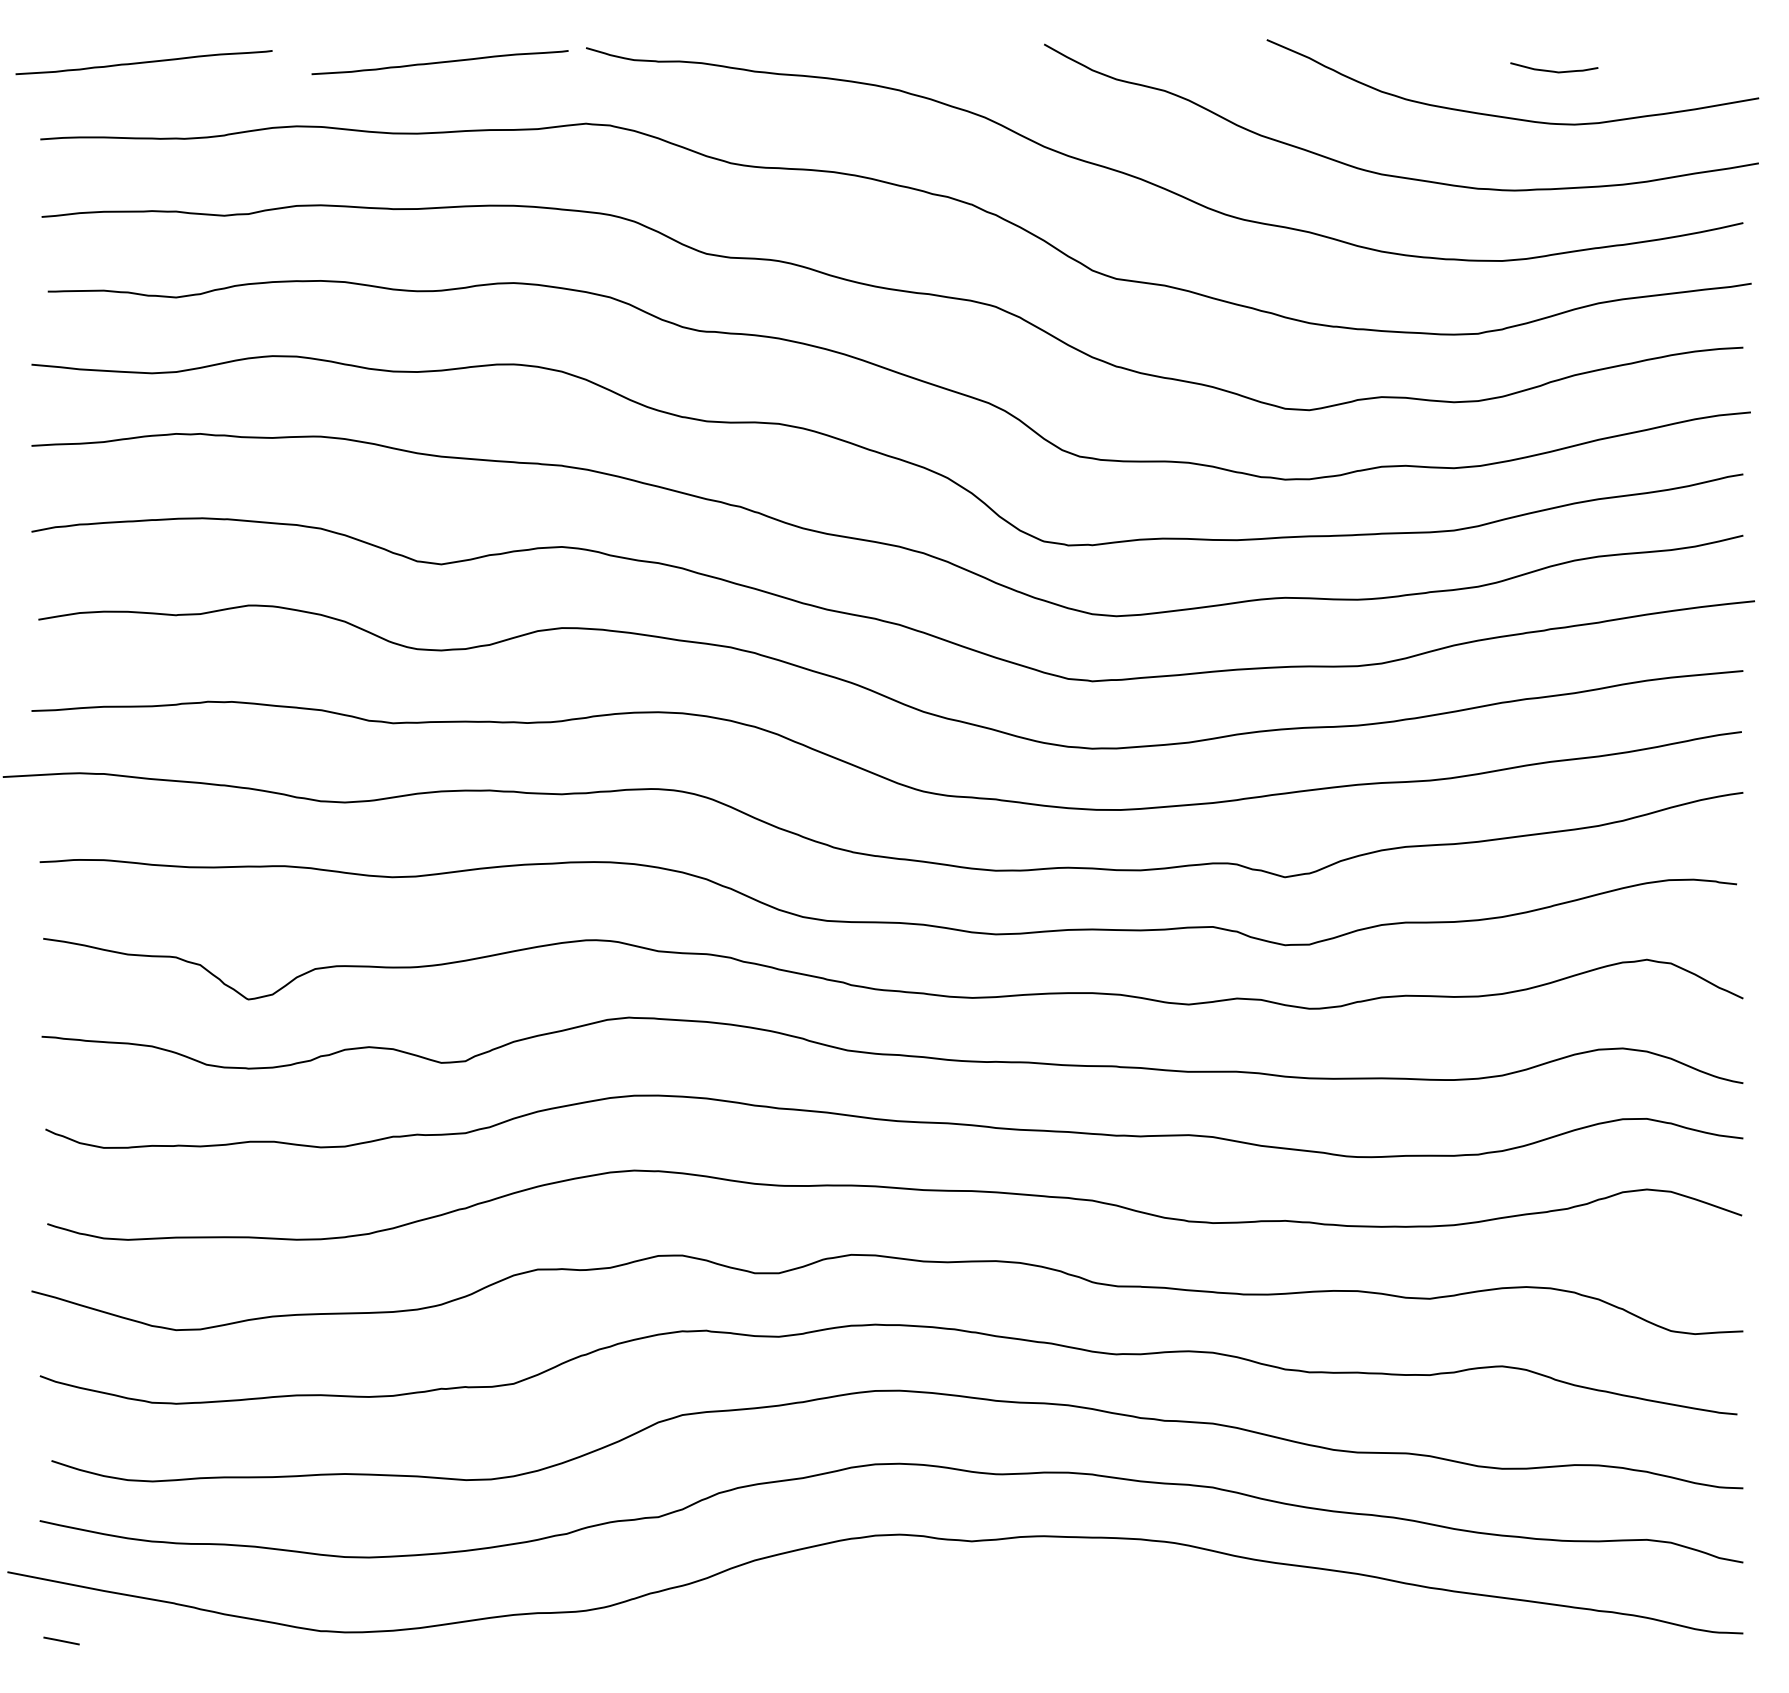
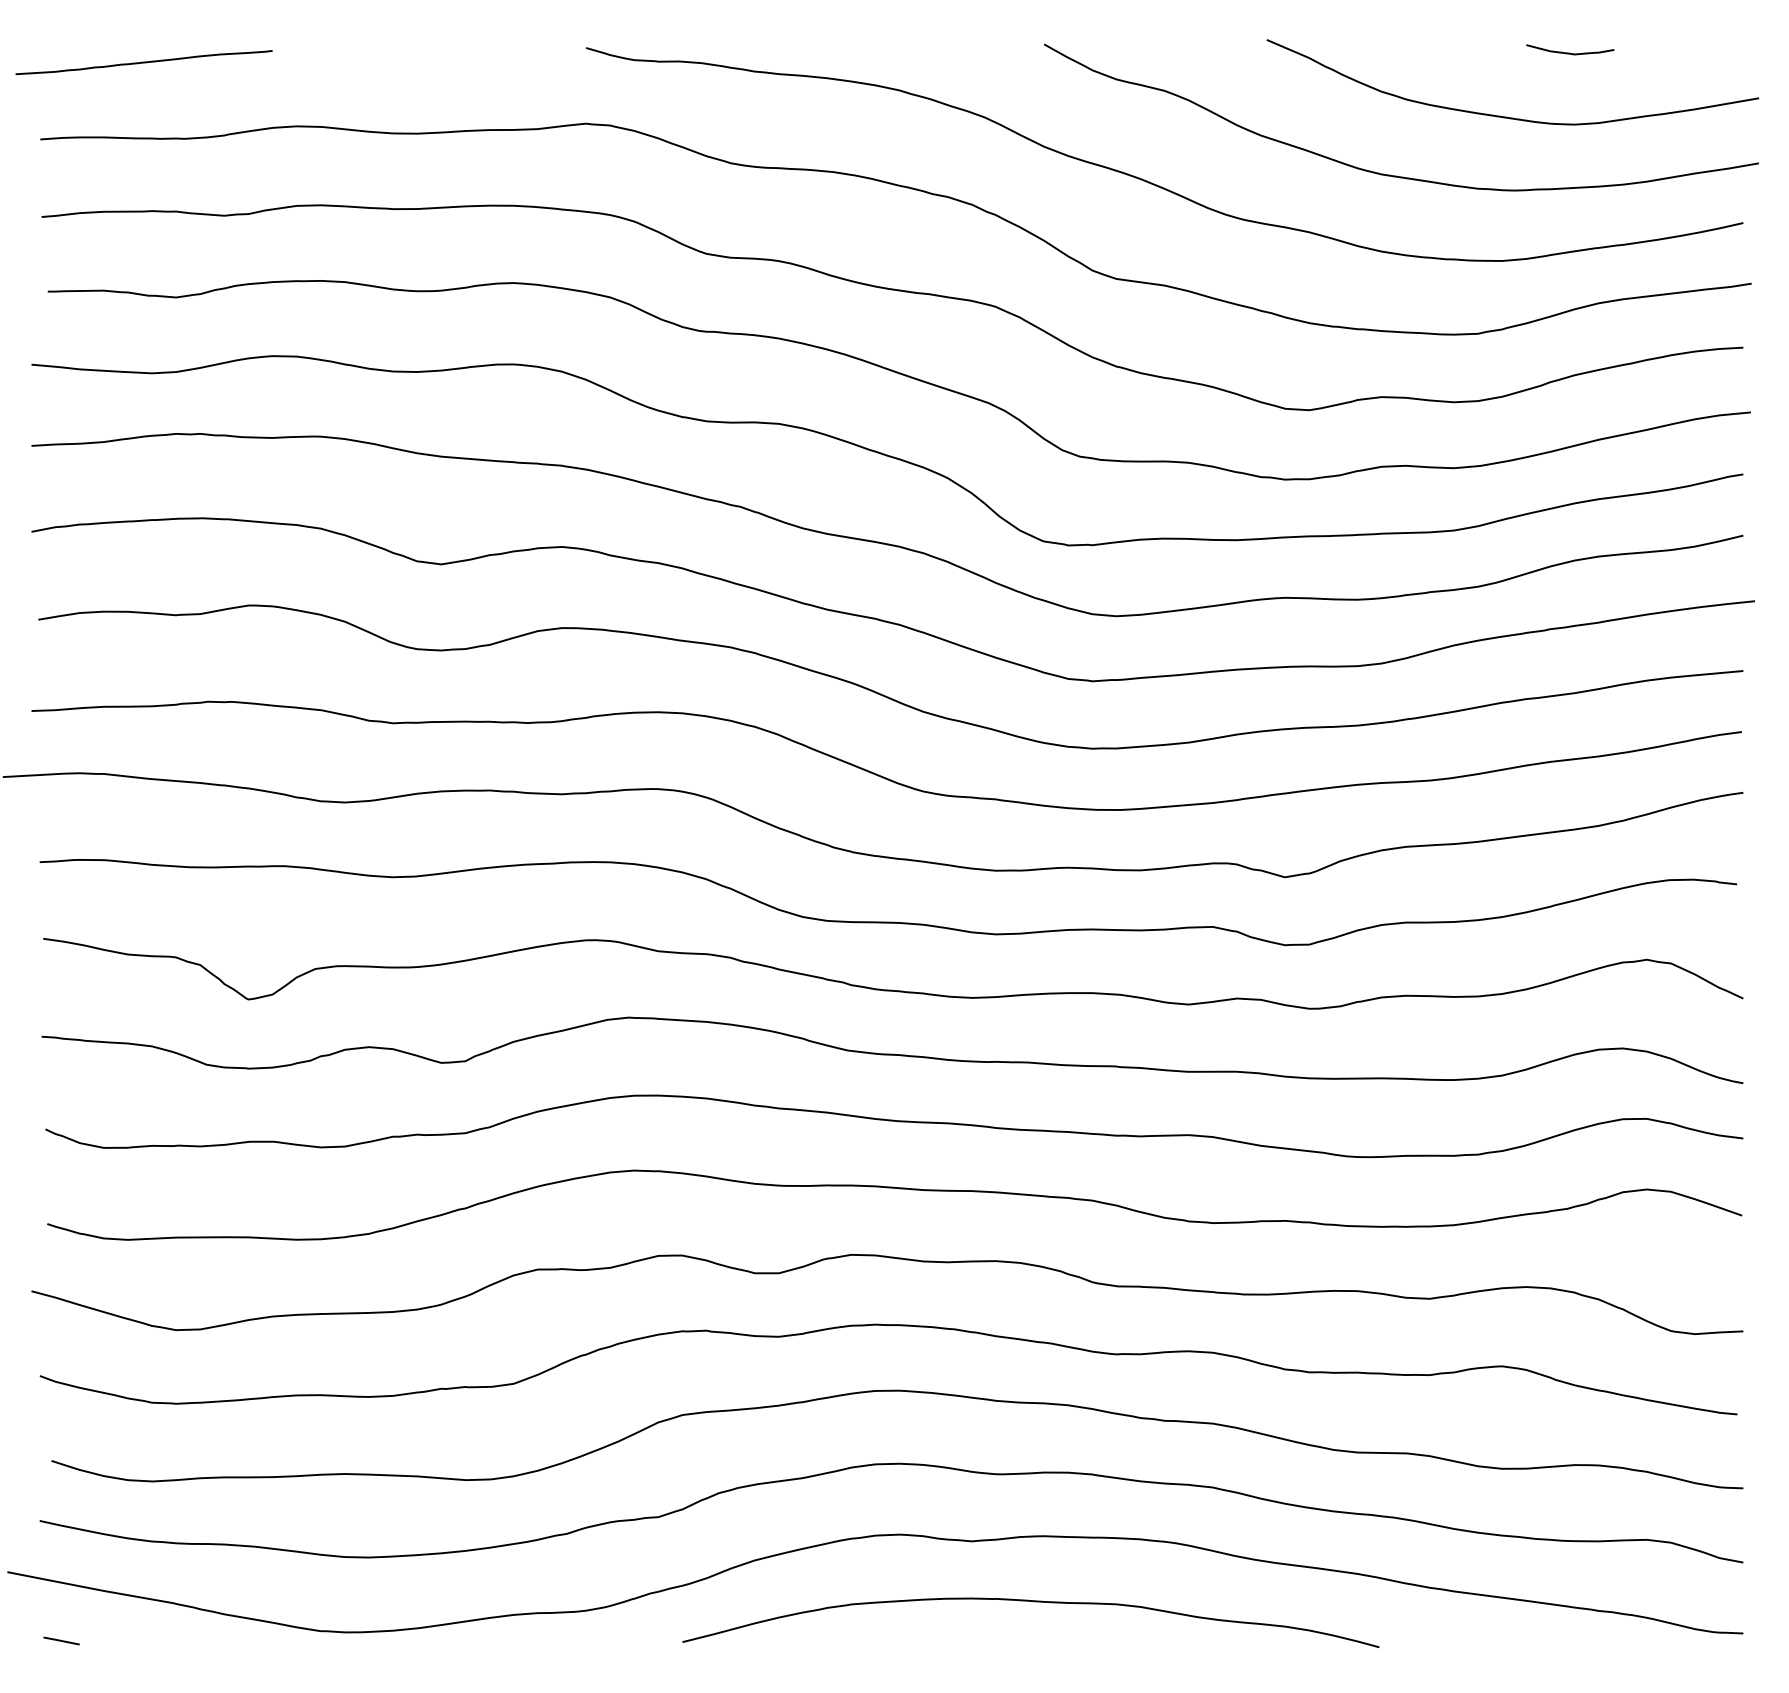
curve at (439, 62): present -> none
curve at (1554, 70) position: (1554, 70) -> (1570, 52)
curve at (1033, 1602): none -> present
